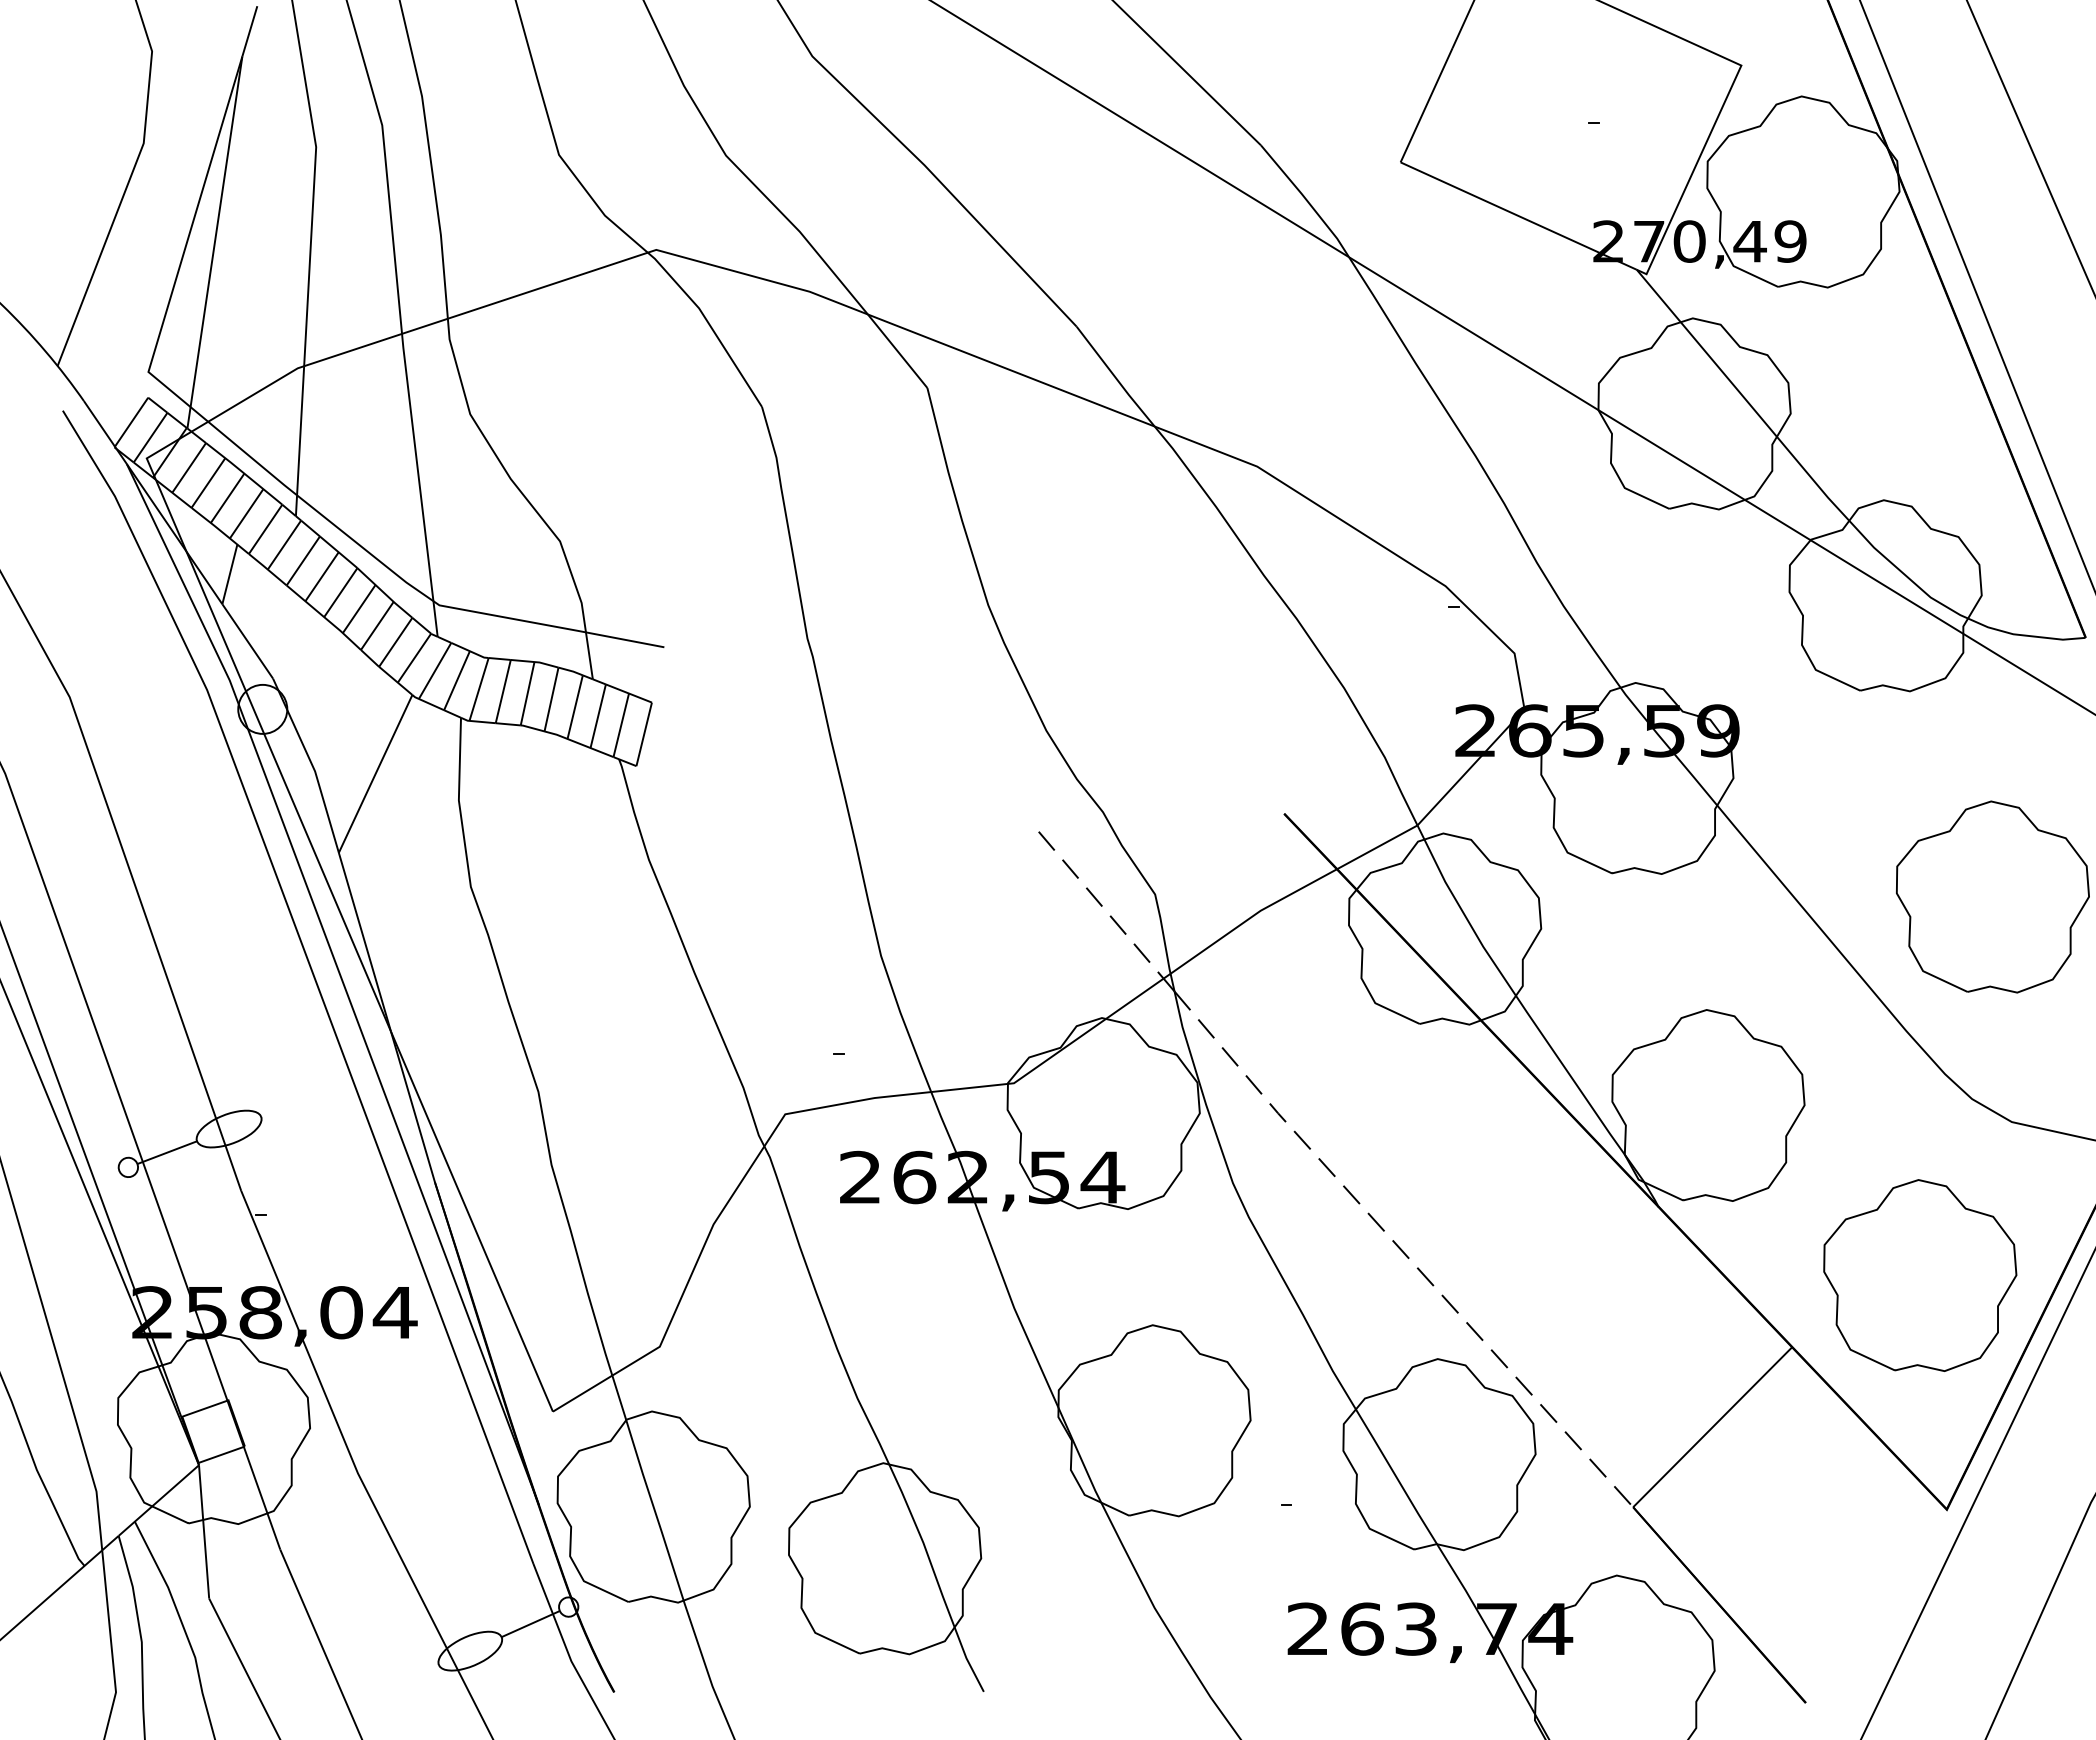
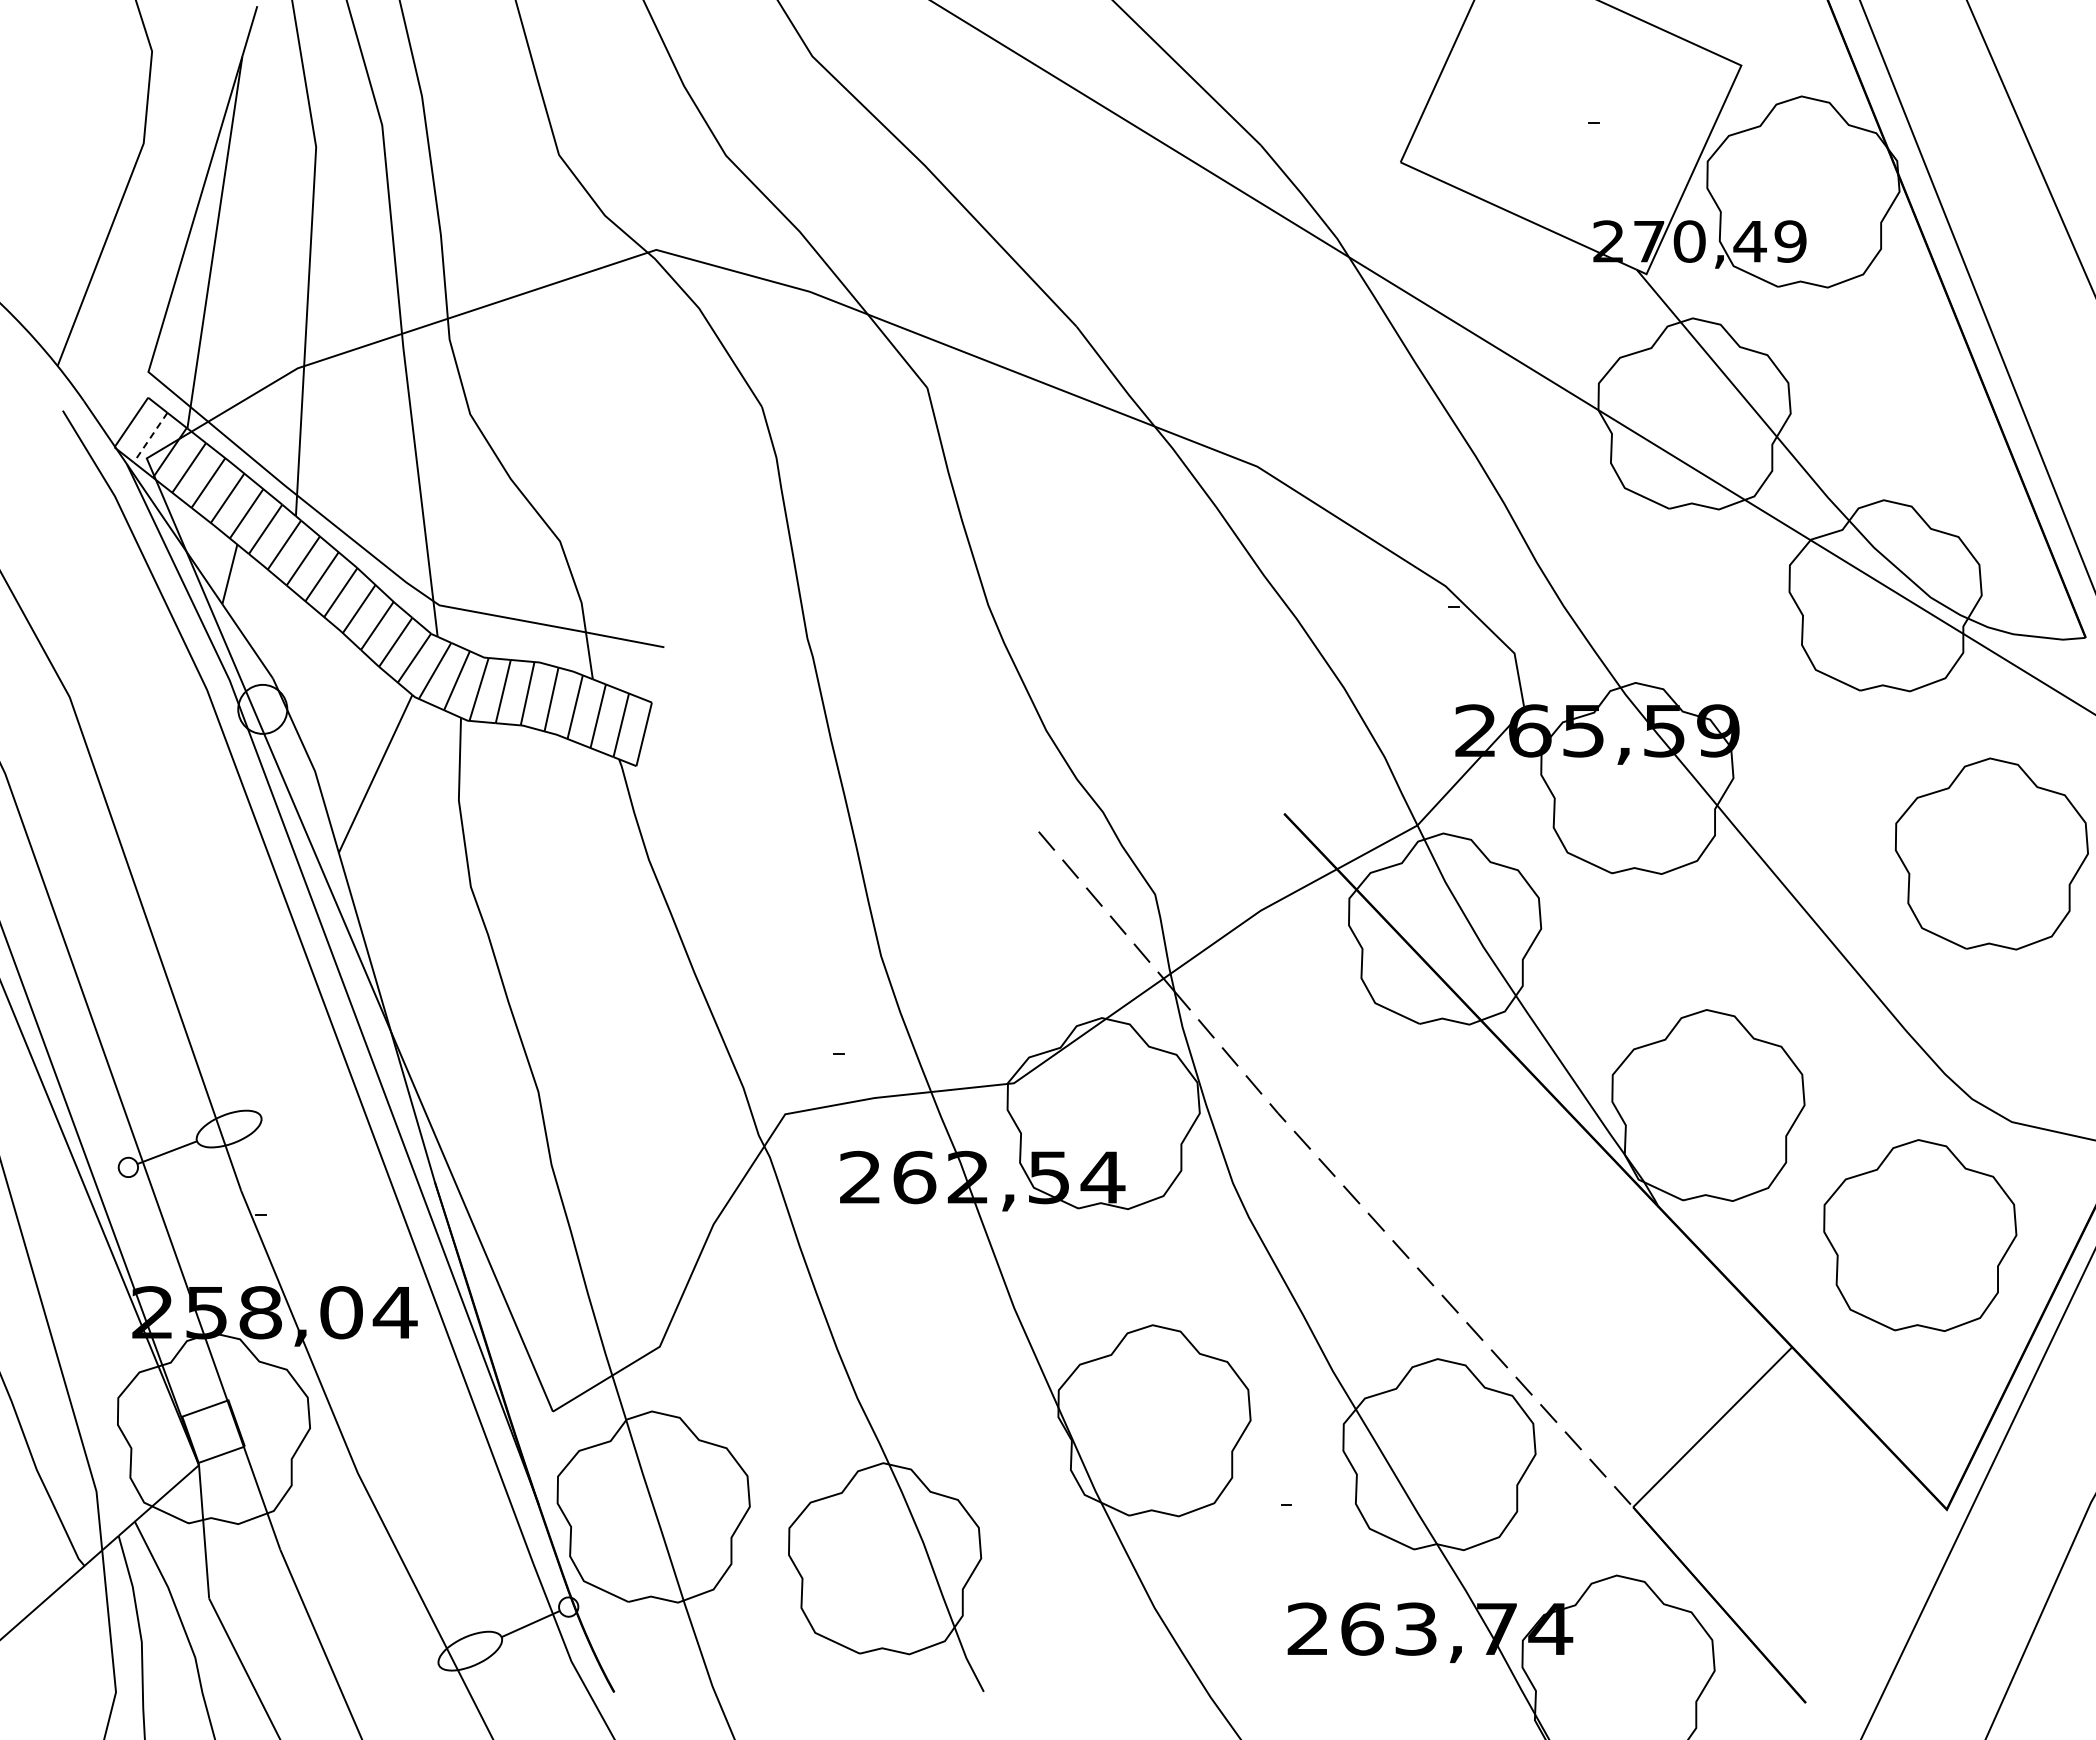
line at (150, 438): solid -> dashed
part at (1992, 896) position: (1992, 896) -> (1991, 853)
part at (1920, 1275) position: (1920, 1275) -> (1920, 1235)
